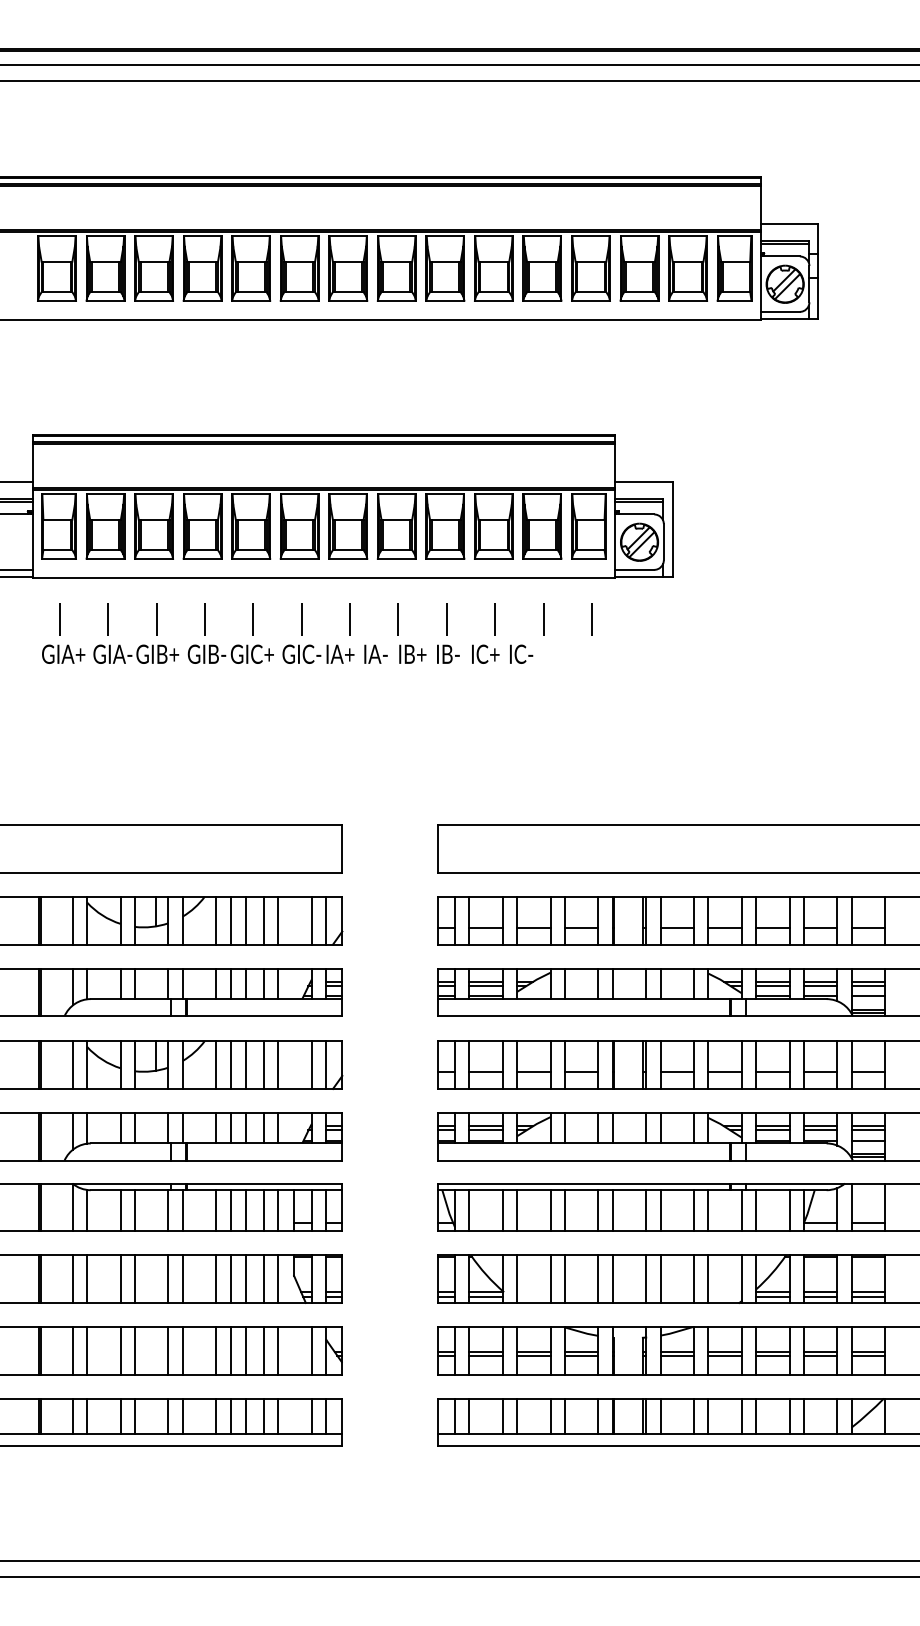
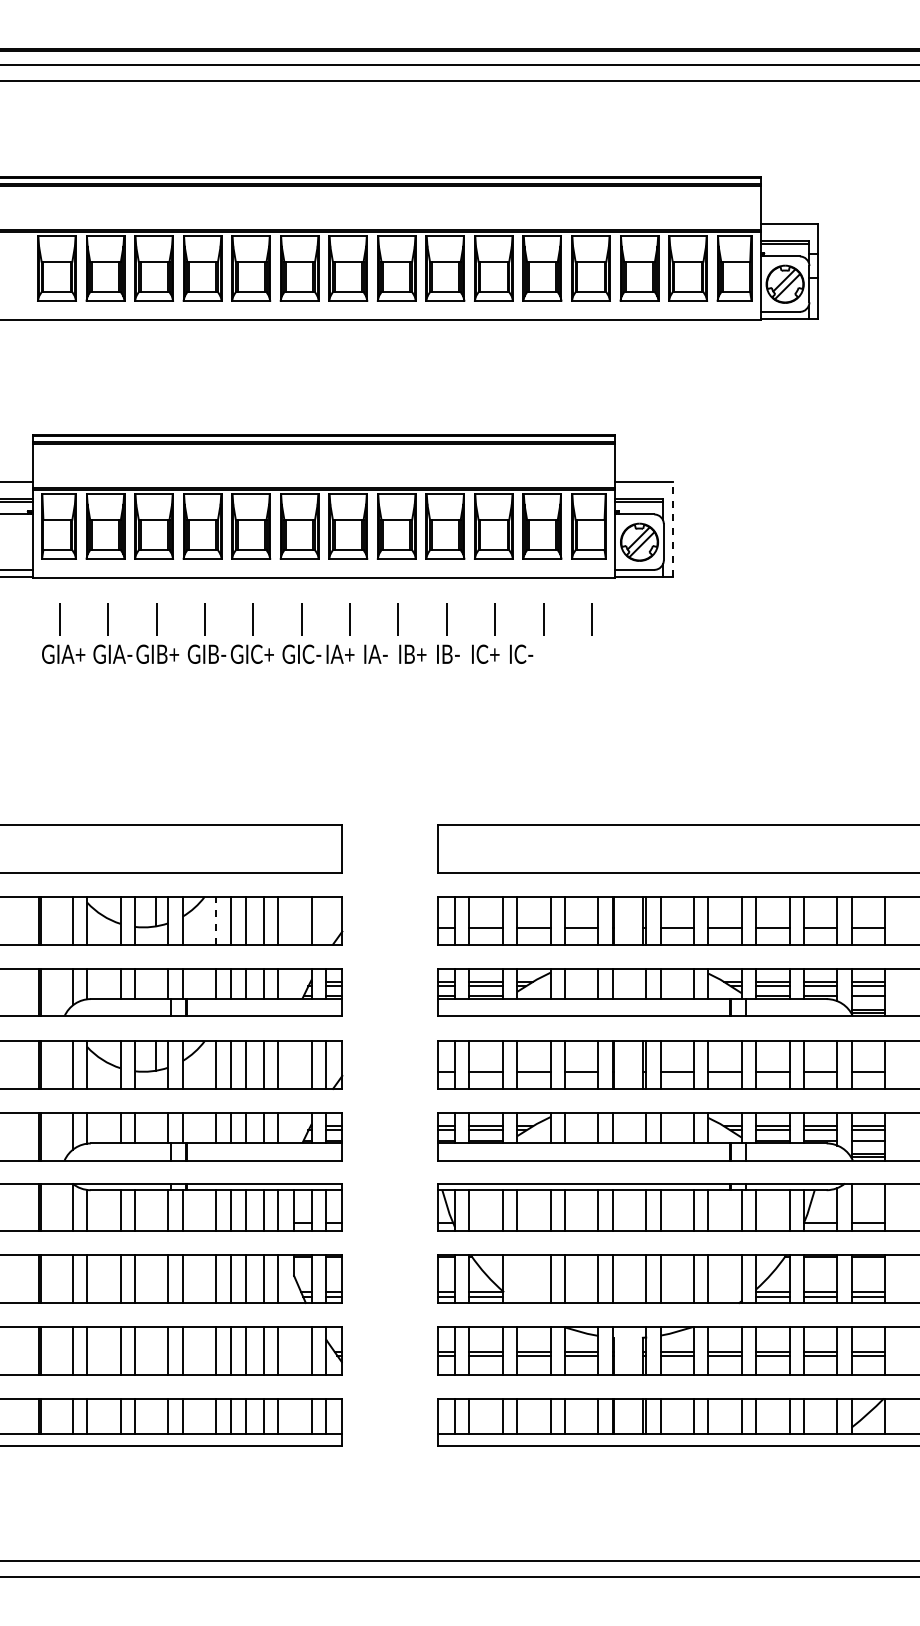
line at (672, 528): solid -> dashed
line at (216, 920): solid -> dashed
line at (326, 920): present -> none
line at (517, 1278): present -> none
